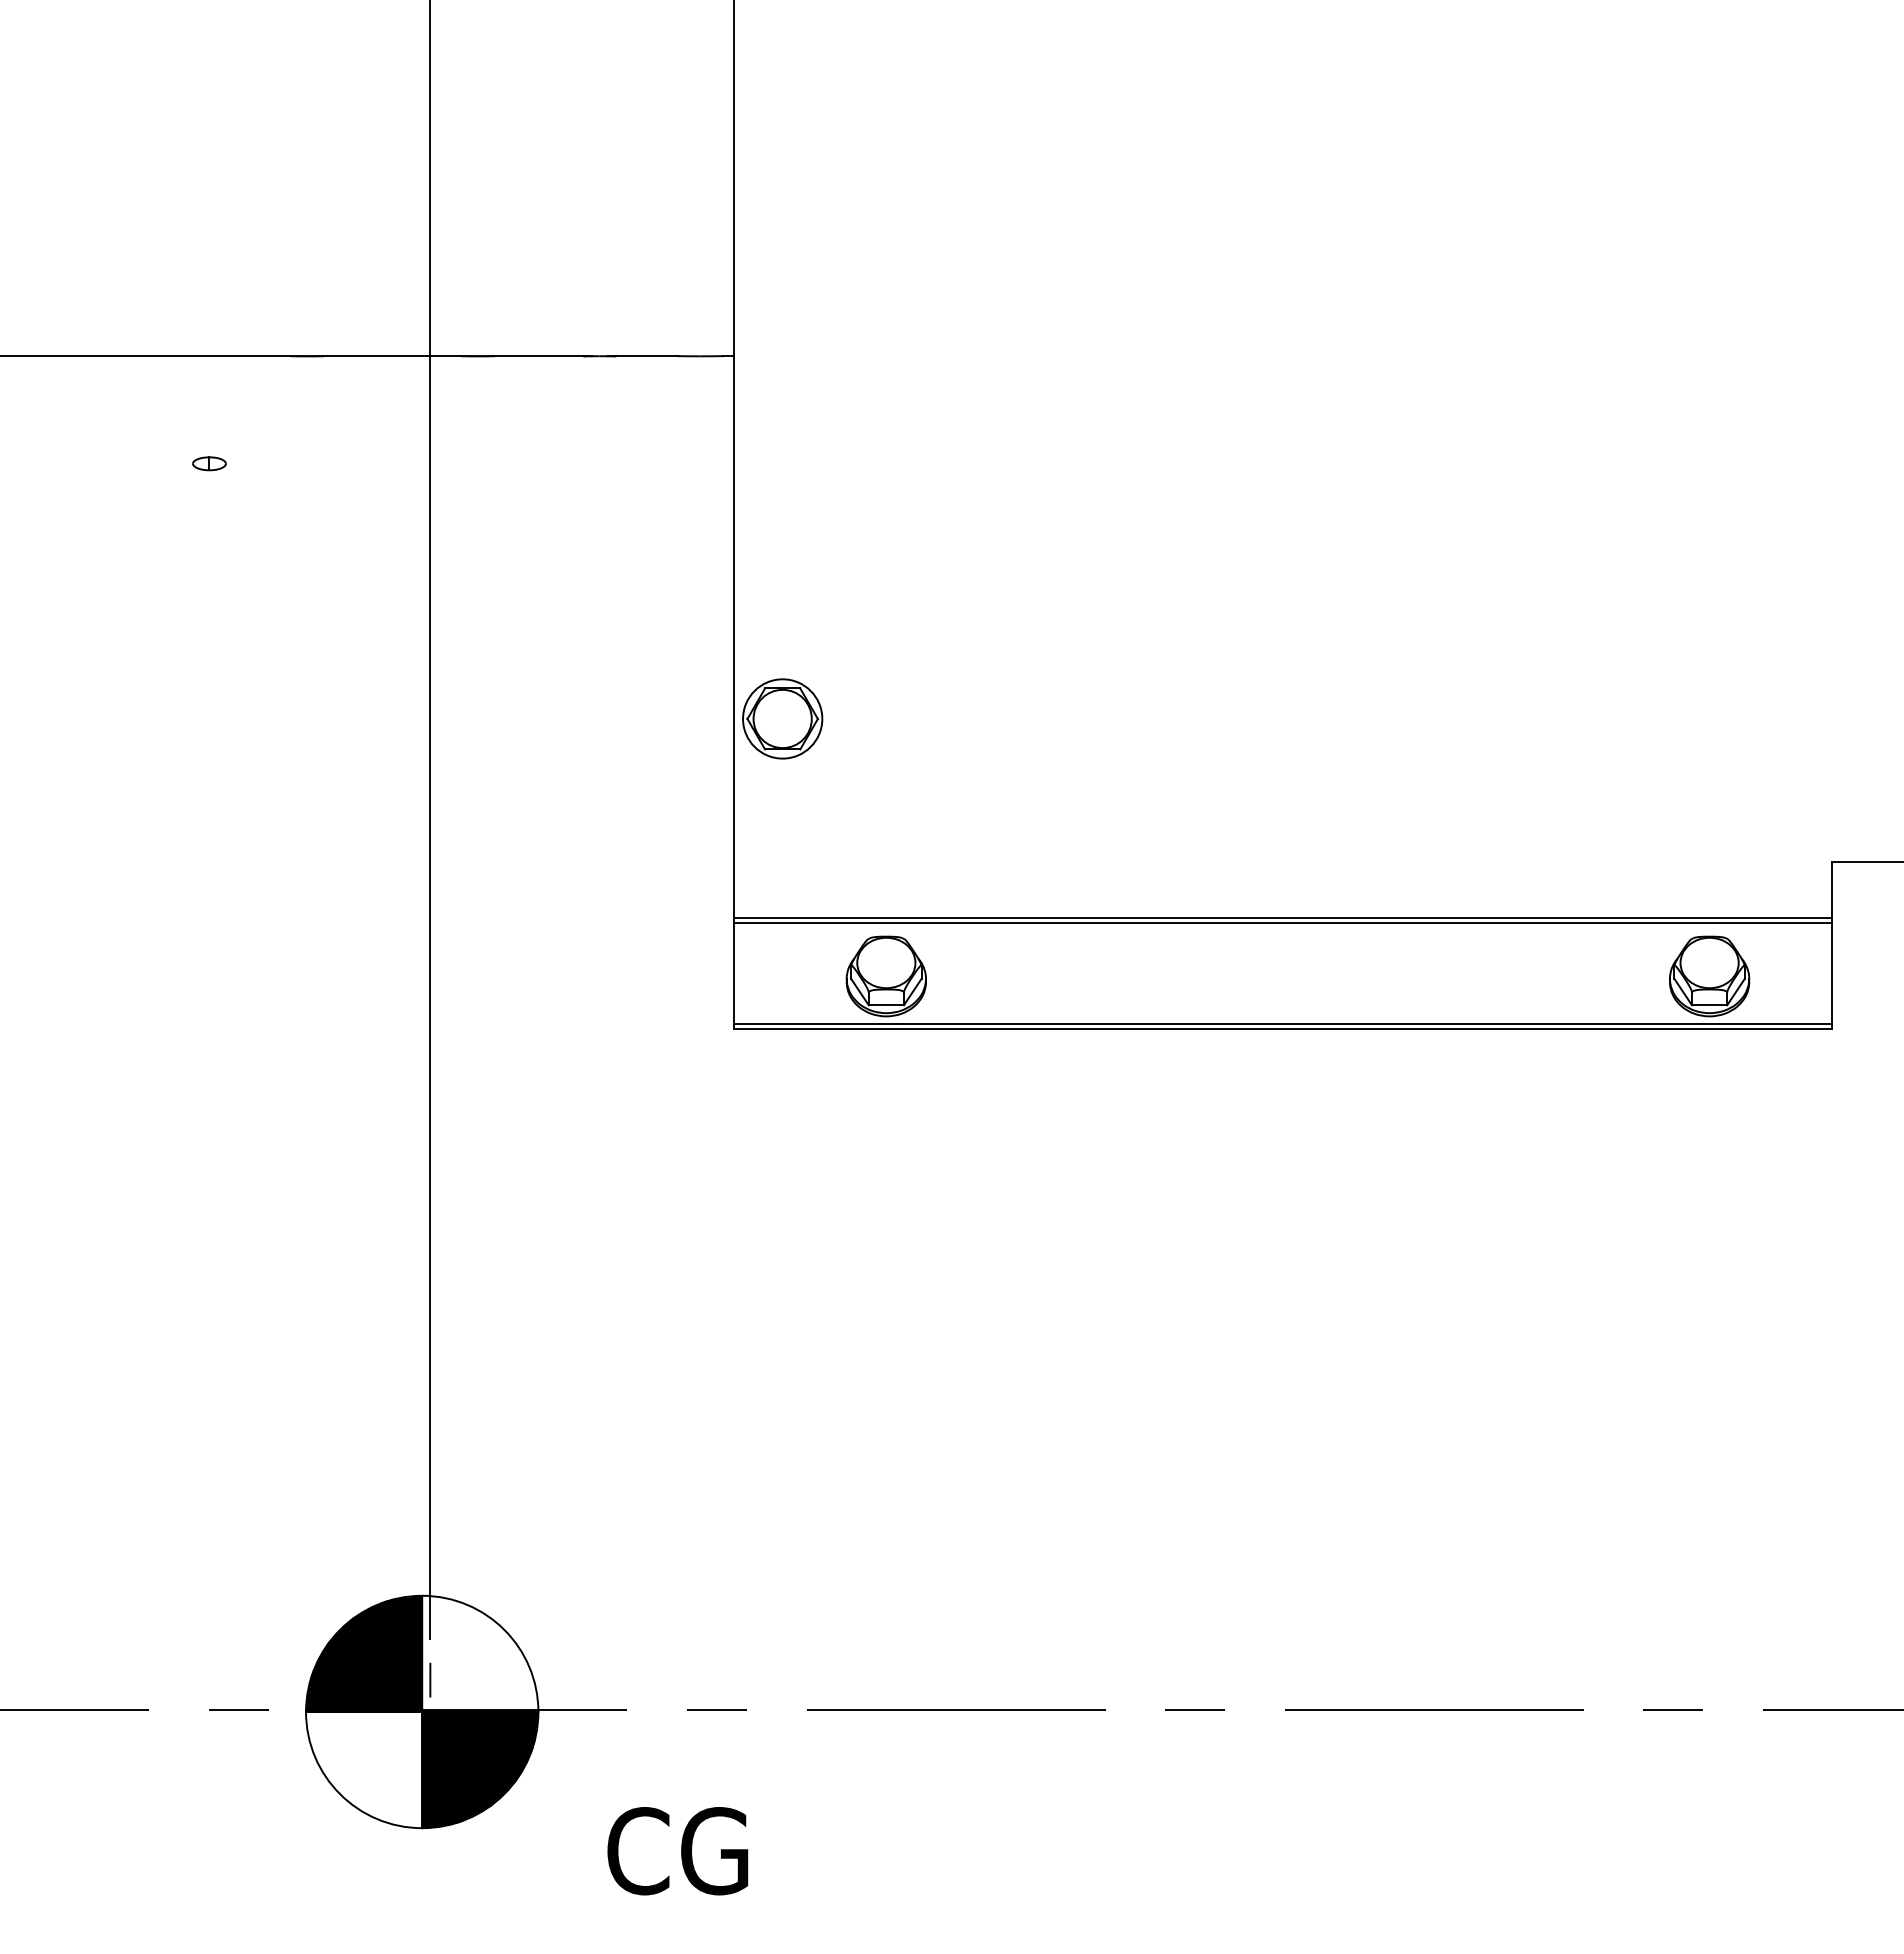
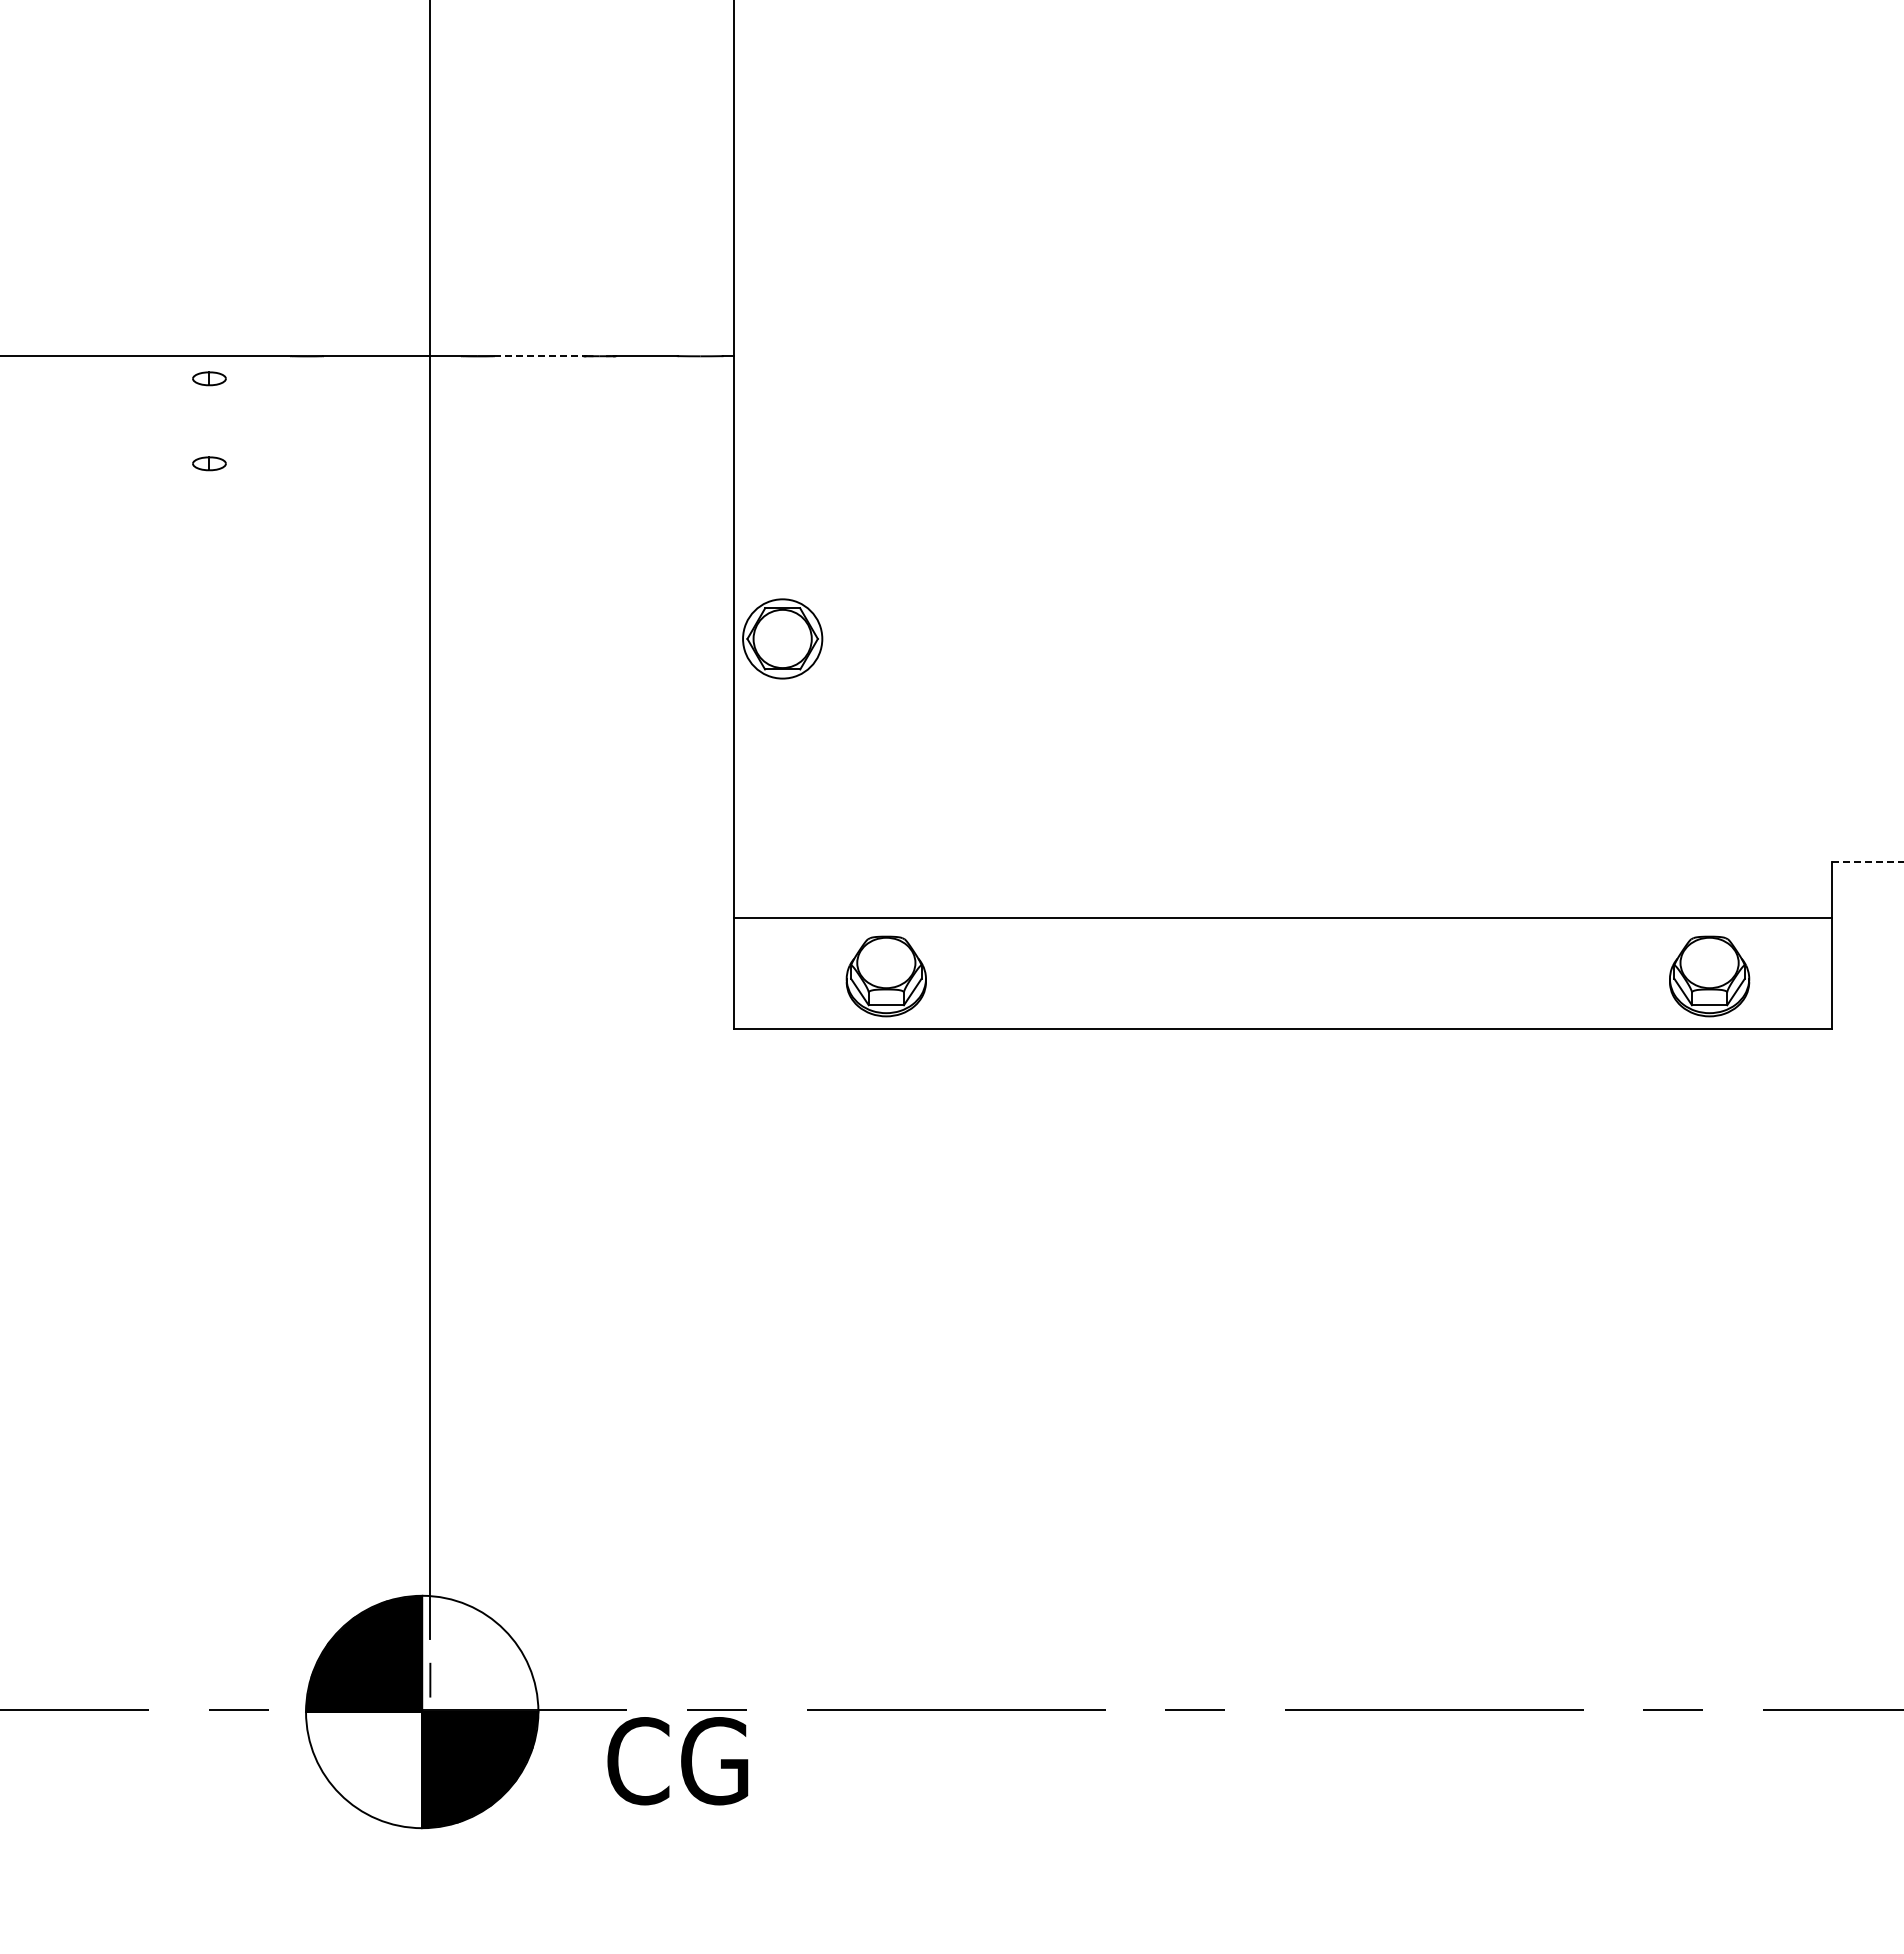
line at (538, 356): solid -> dashed
part at (209, 378): none -> present
part at (782, 718) position: (782, 718) -> (782, 638)
line at (1867, 862): solid -> dashed
line at (1282, 922): present -> none
line at (1282, 1024): present -> none
text at (677, 1851) position: (677, 1851) -> (677, 1761)
